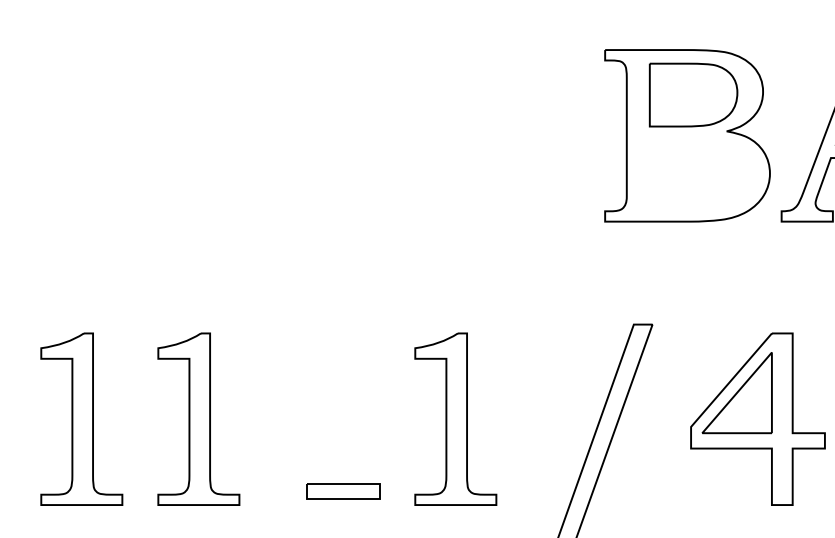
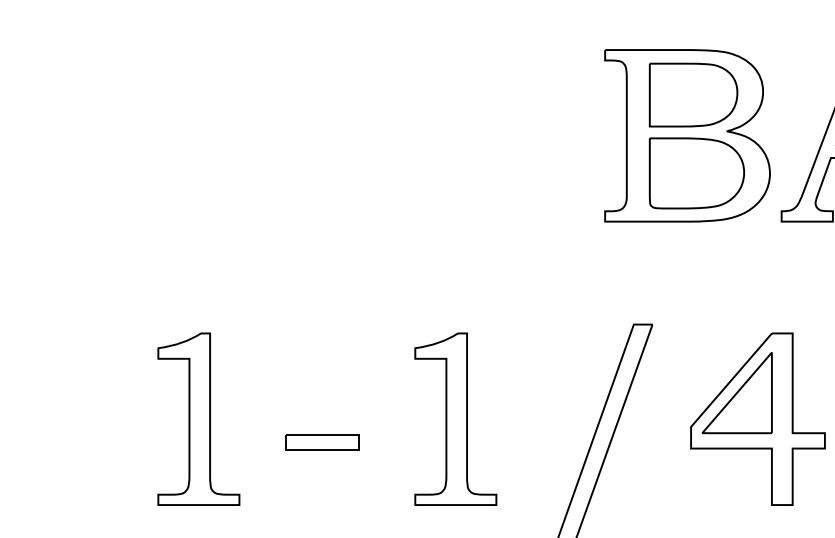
part at (696, 173): none -> present
part at (81, 418): present -> none
part at (343, 491) position: (343, 491) -> (322, 442)
